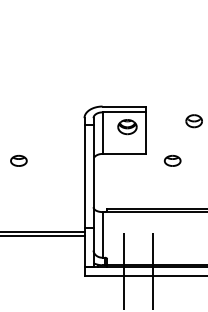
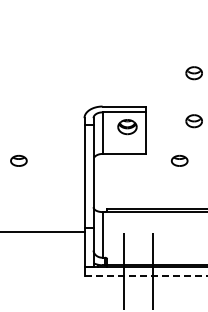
part at (193, 73): none -> present
part at (172, 160) position: (172, 160) -> (179, 160)
line at (43, 236): present -> none
line at (146, 275): solid -> dashed
